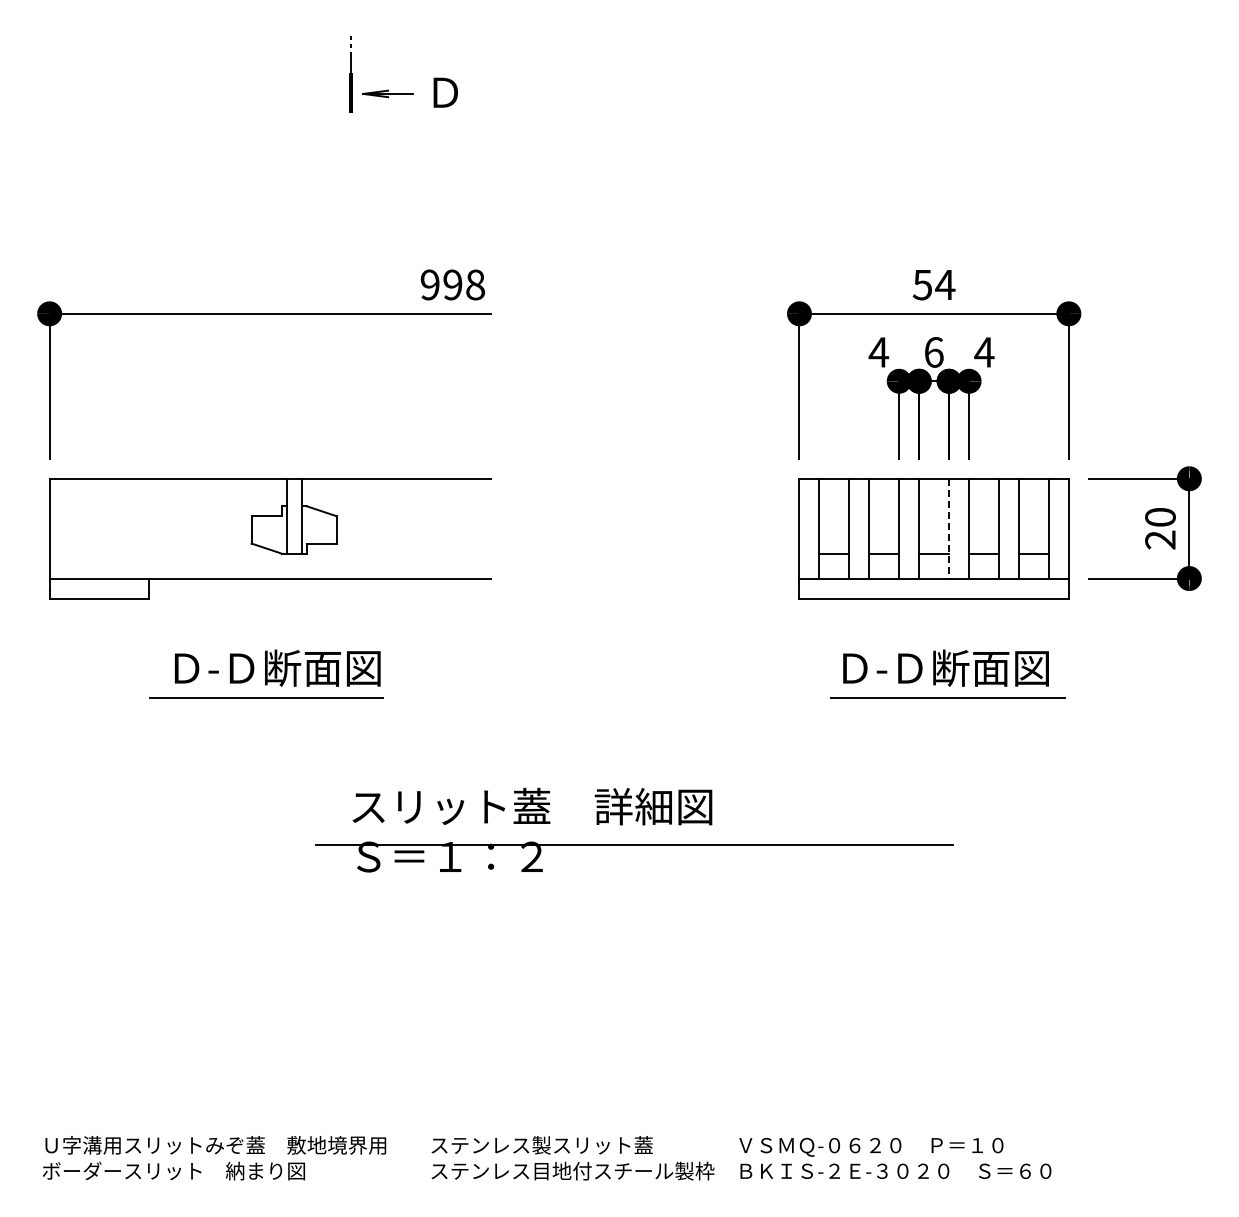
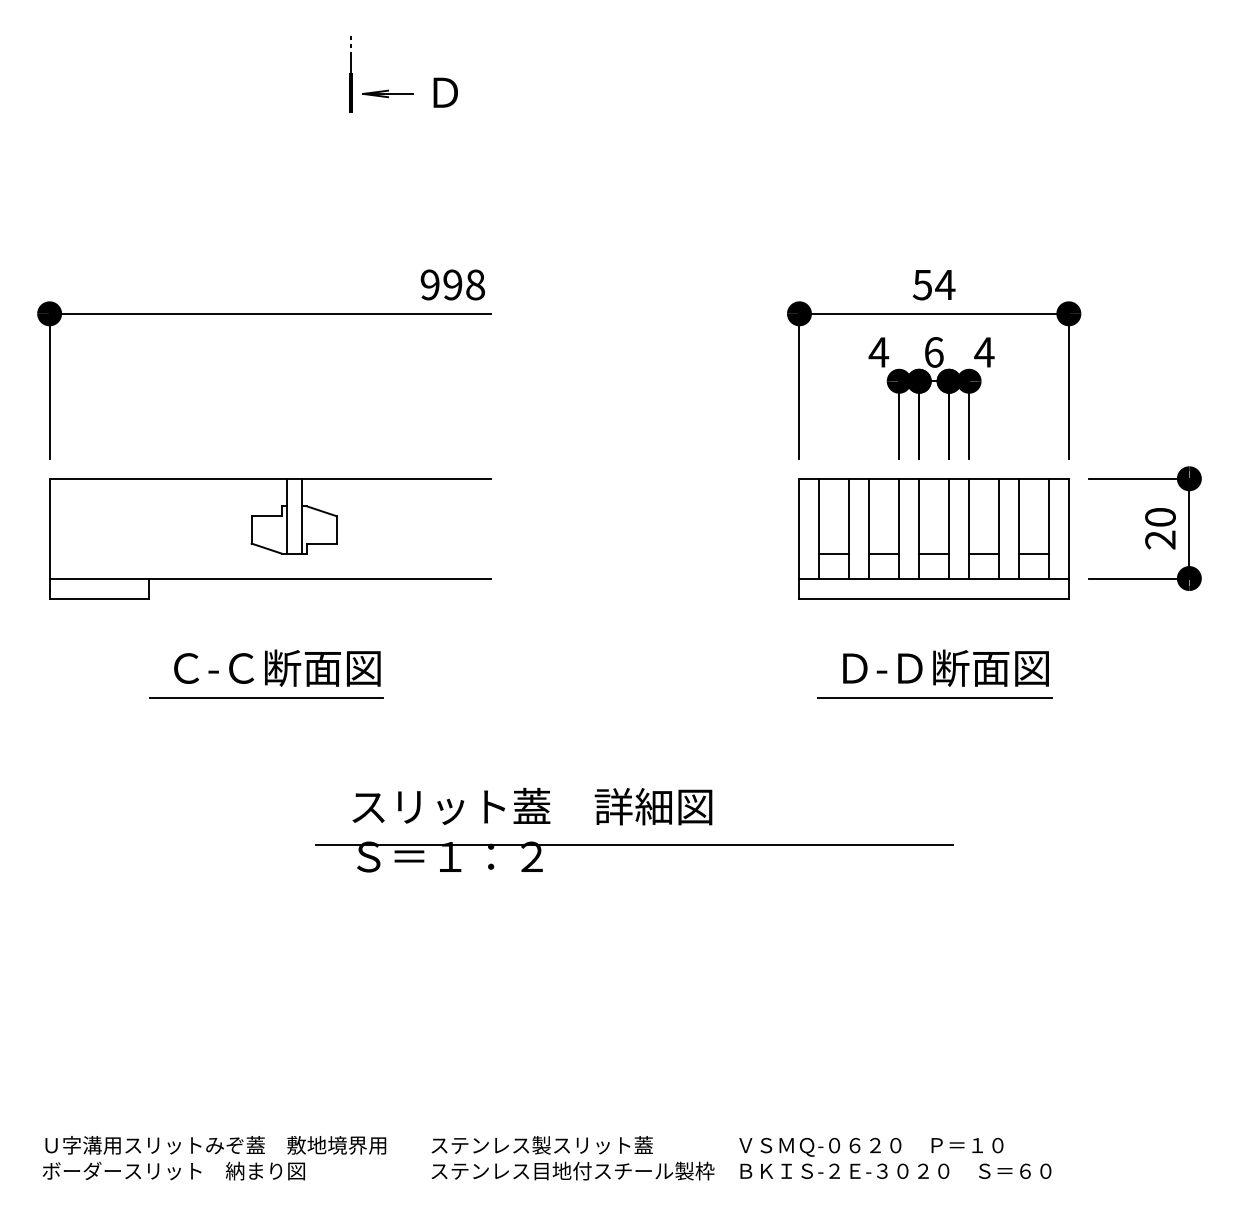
line at (949, 528): dashed -> solid
text at (214, 668): Ｄ-Ｄ断面図 -> Ｃ-Ｃ断面図
line at (947, 697) position: (947, 697) -> (934, 697)
